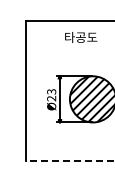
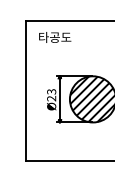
text at (81, 37) position: (81, 37) -> (55, 37)
line at (70, 161): dashed -> solid
